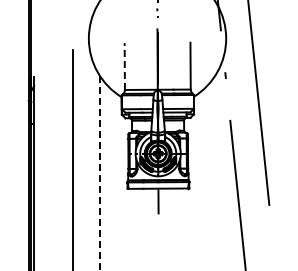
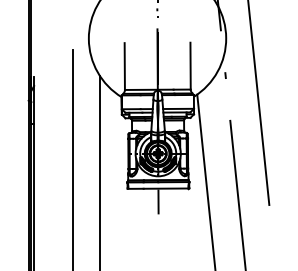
line at (124, 66): dashed -> solid
line at (99, 173): dashed -> solid
line at (206, 180): none -> present
